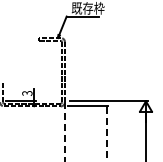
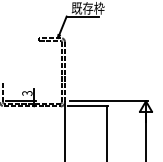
line at (65, 132): dashed -> solid
line at (106, 133): dashed -> solid
